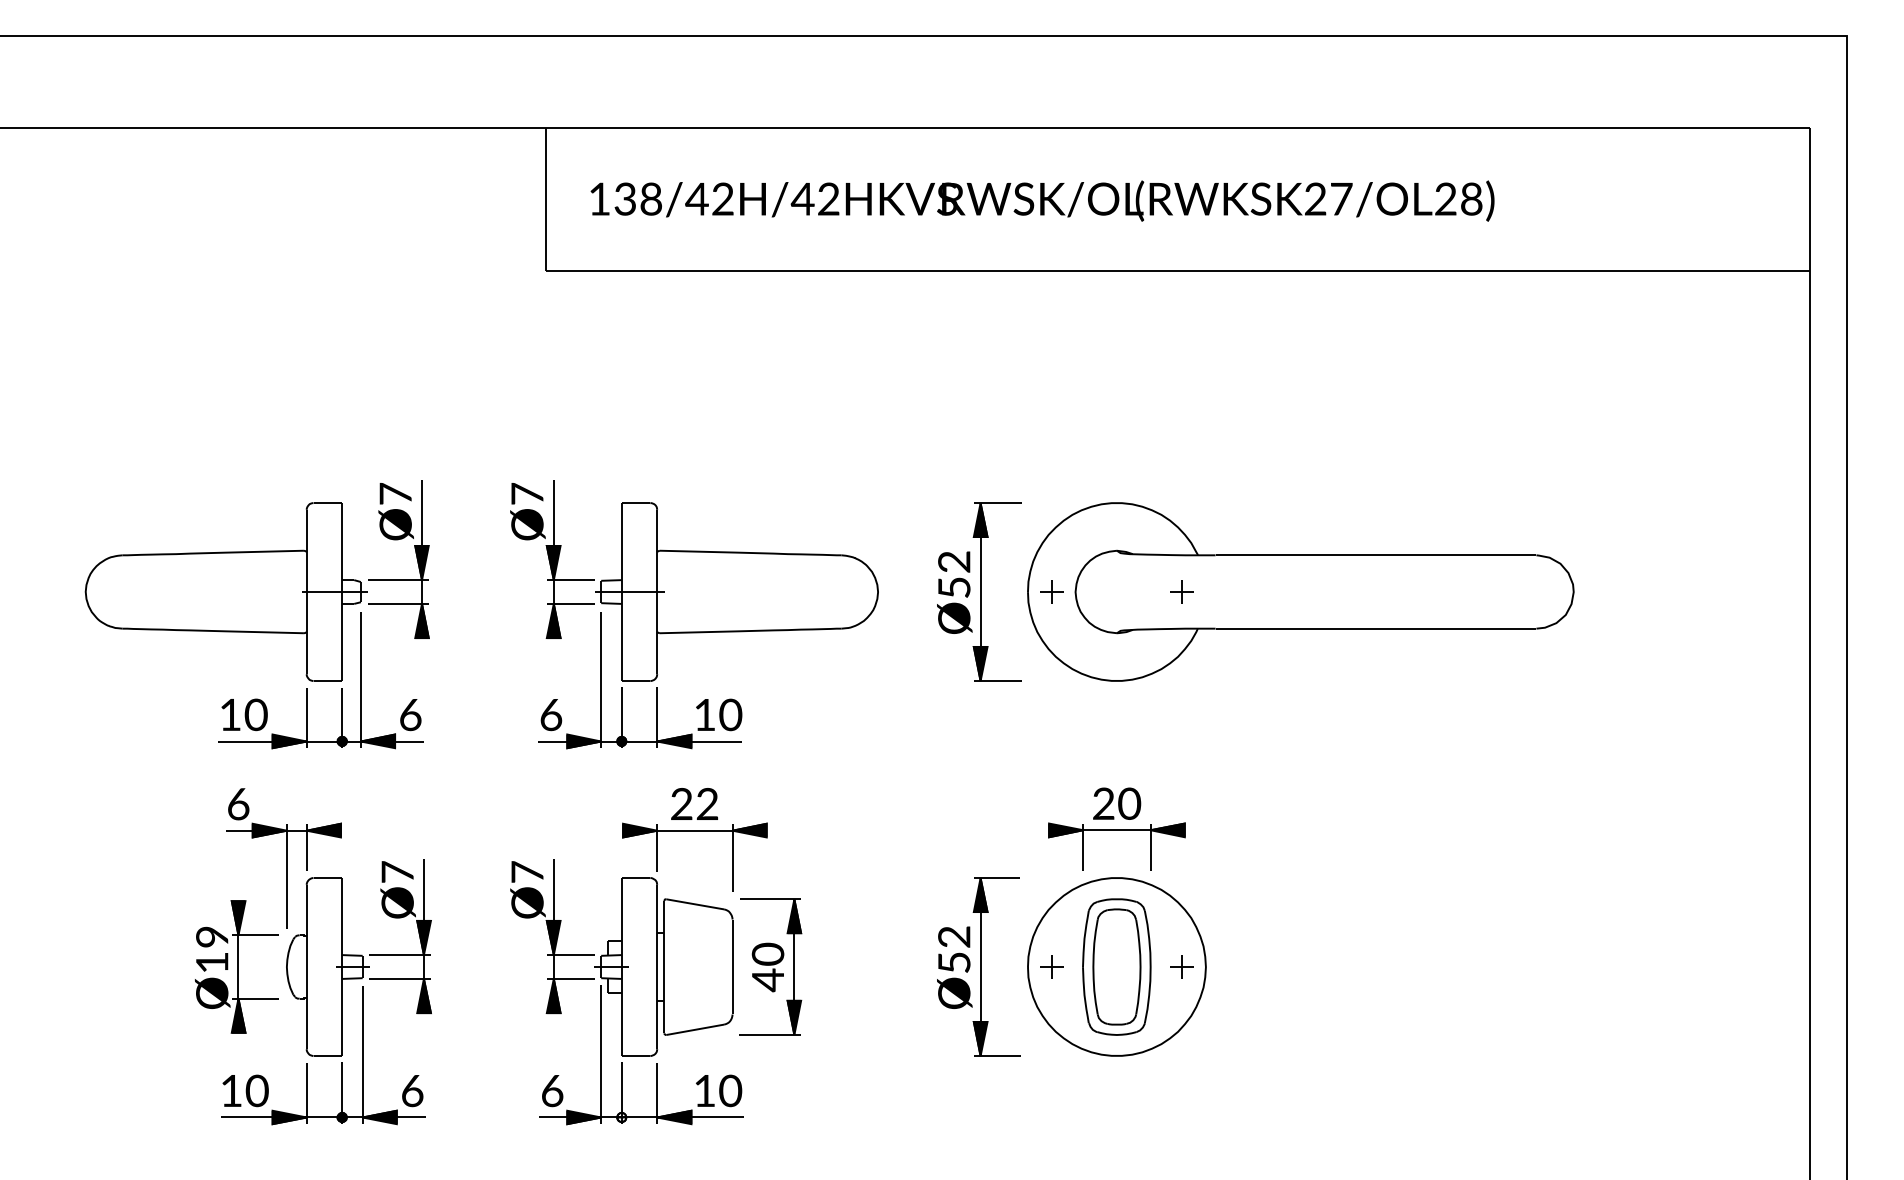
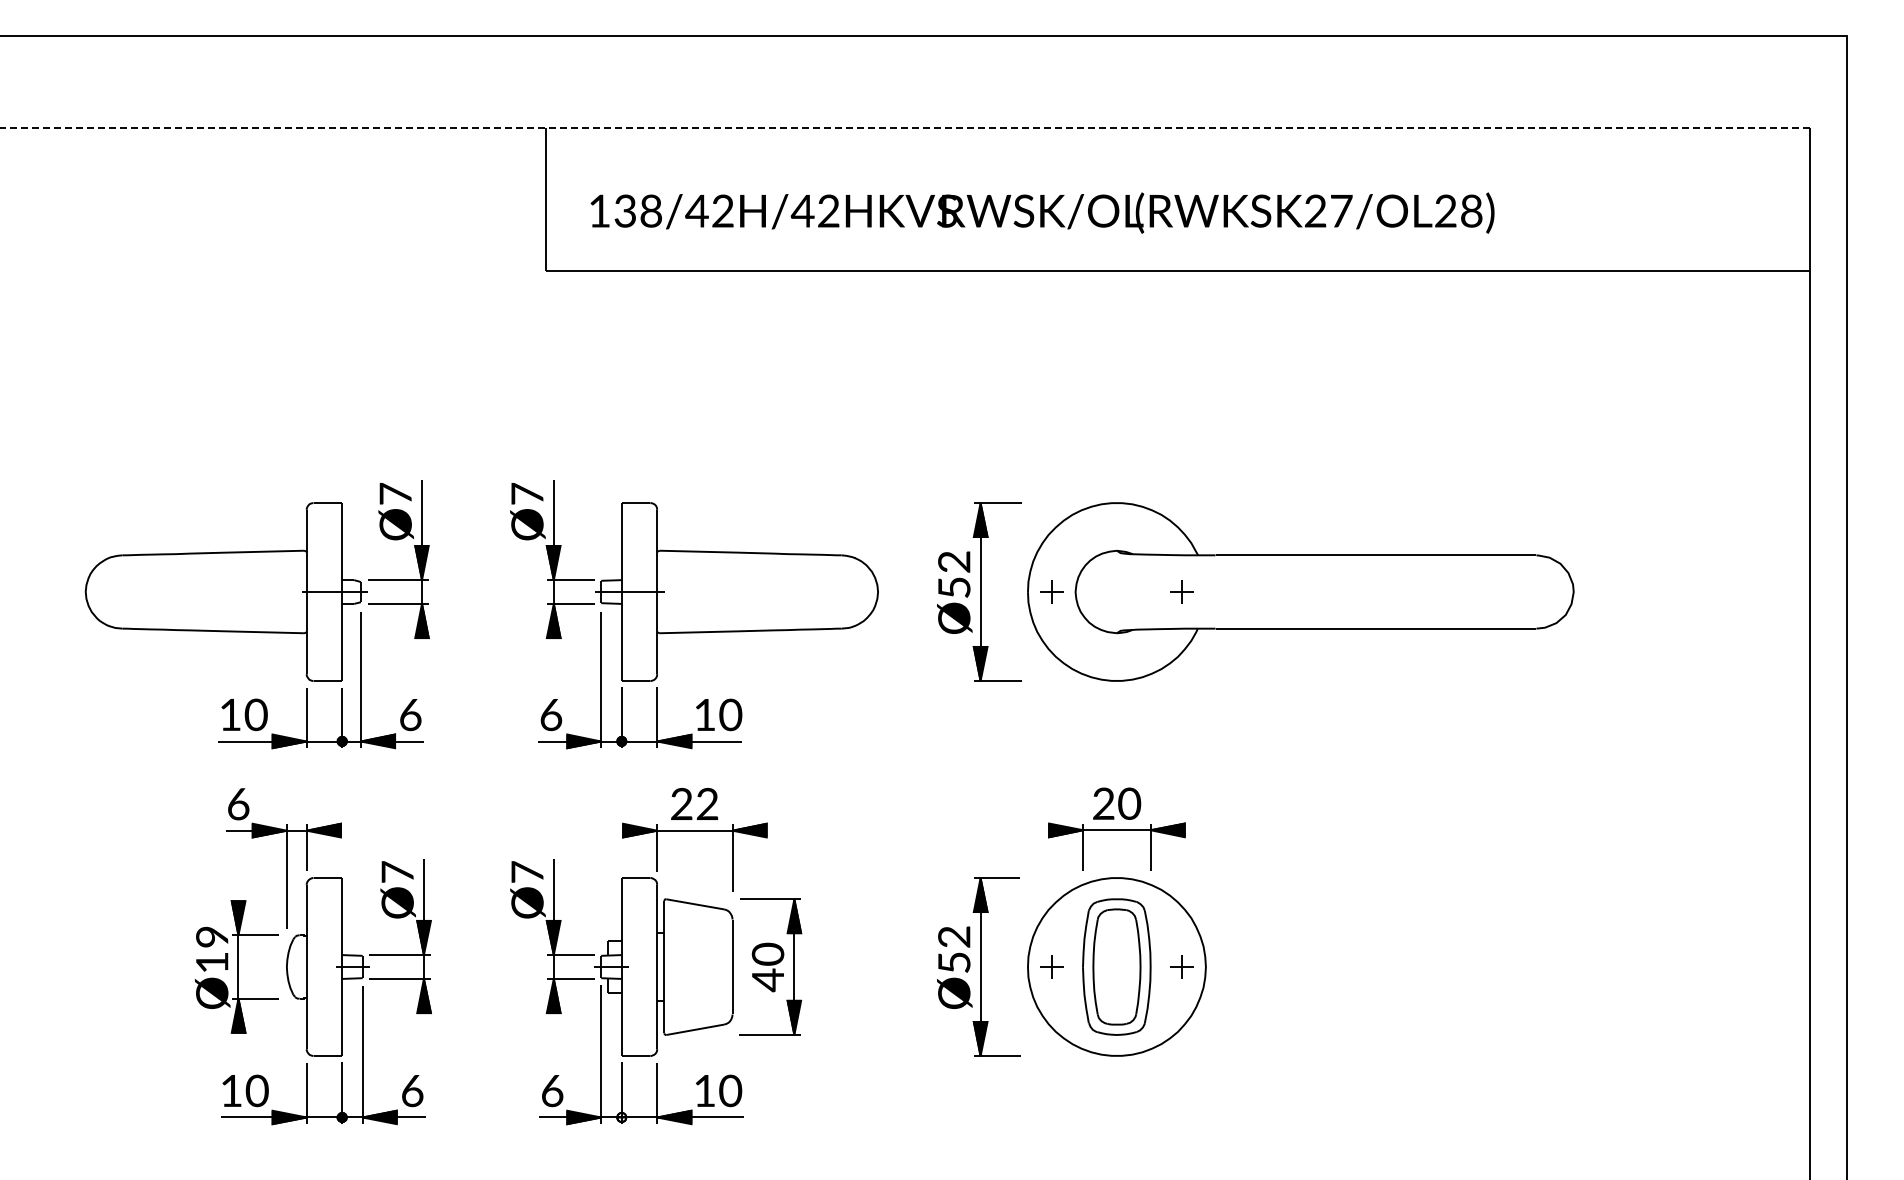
line at (905, 128): solid -> dashed
text at (1042, 200) position: (1042, 200) -> (1042, 212)
